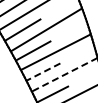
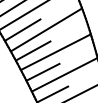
line at (42, 72): dashed -> solid
line at (64, 74): dashed -> solid
